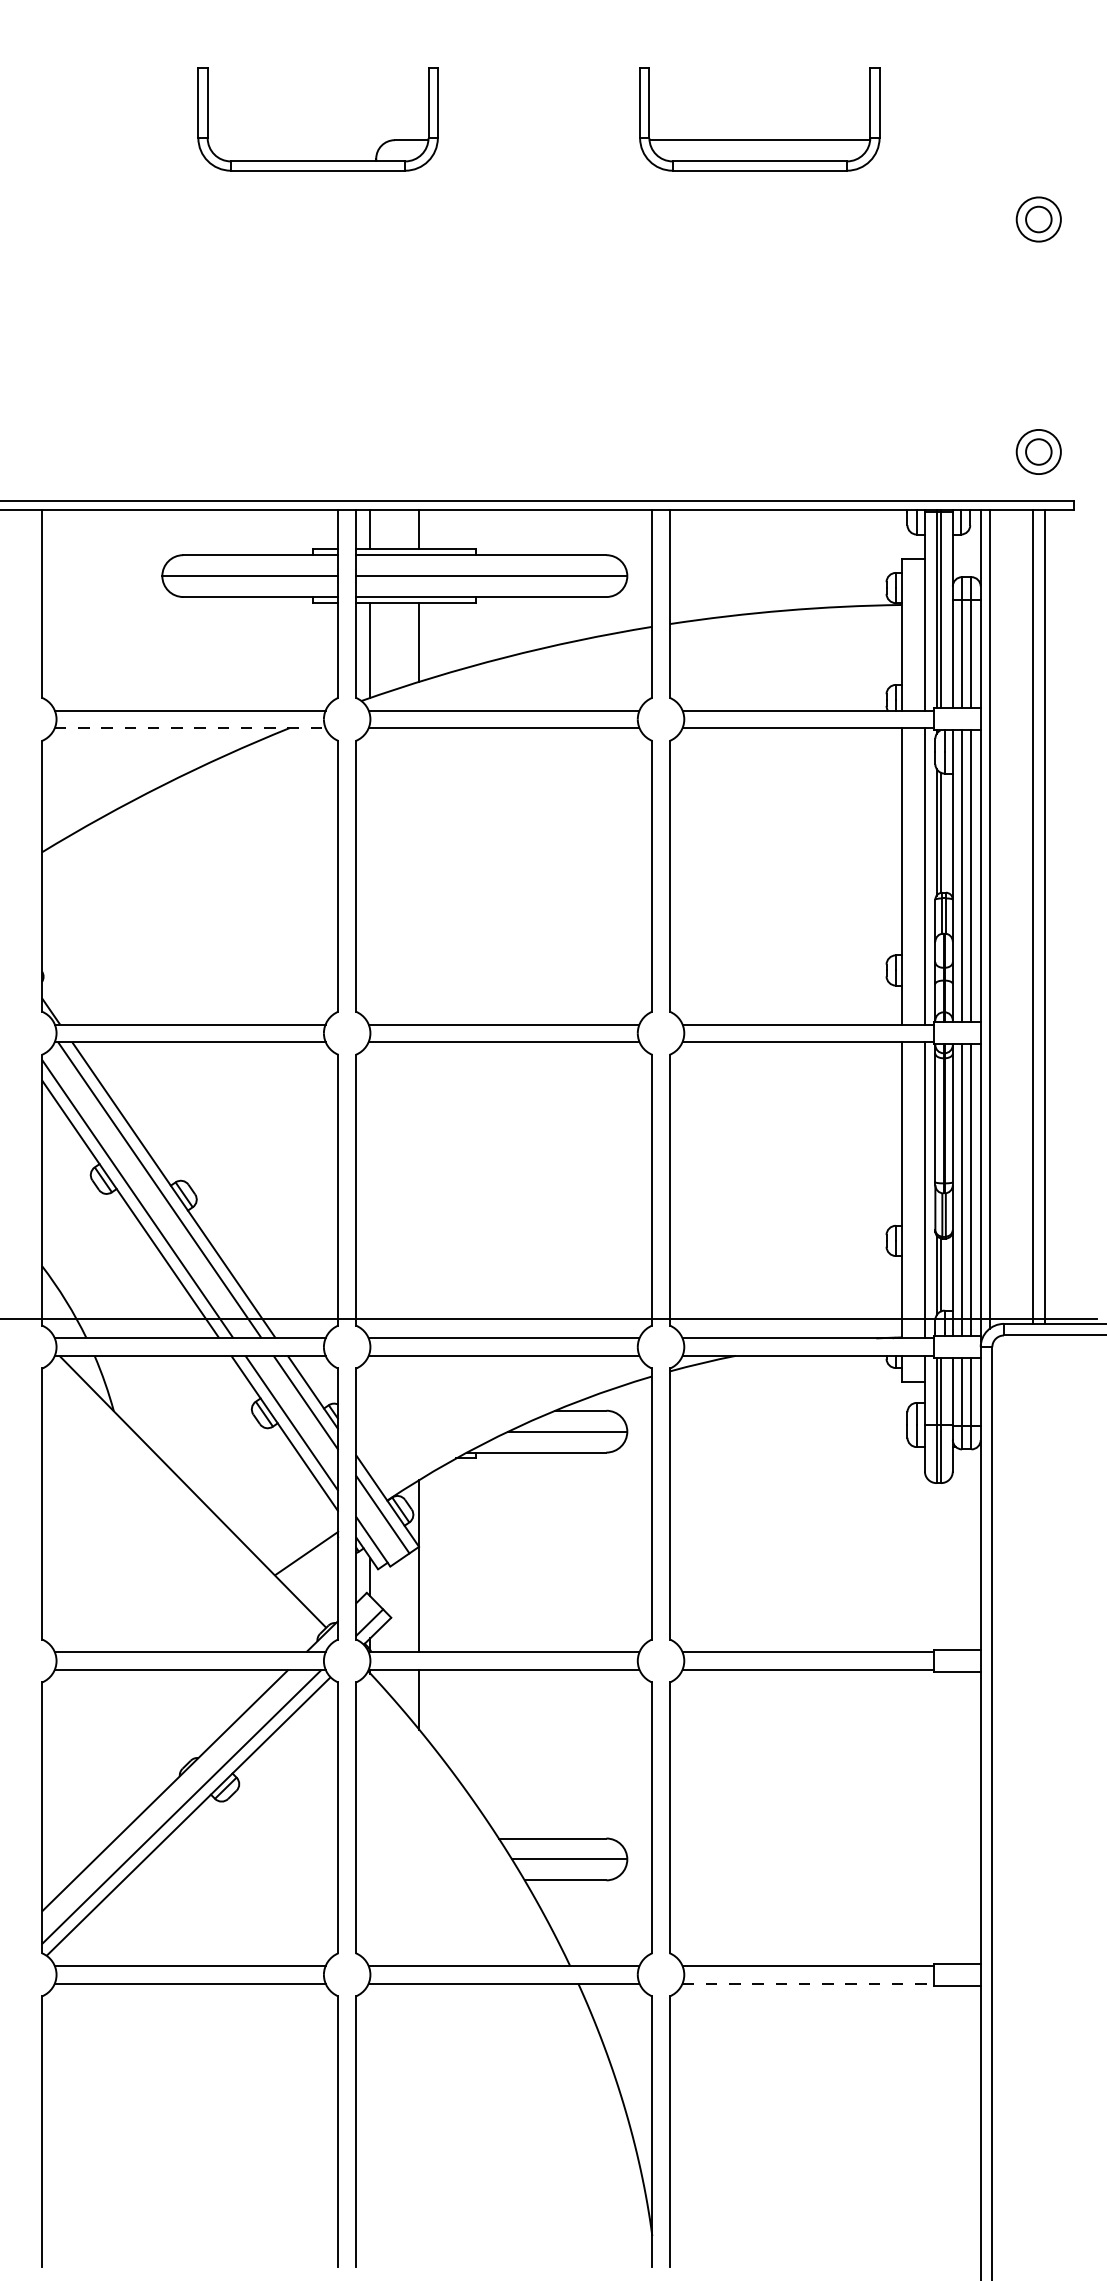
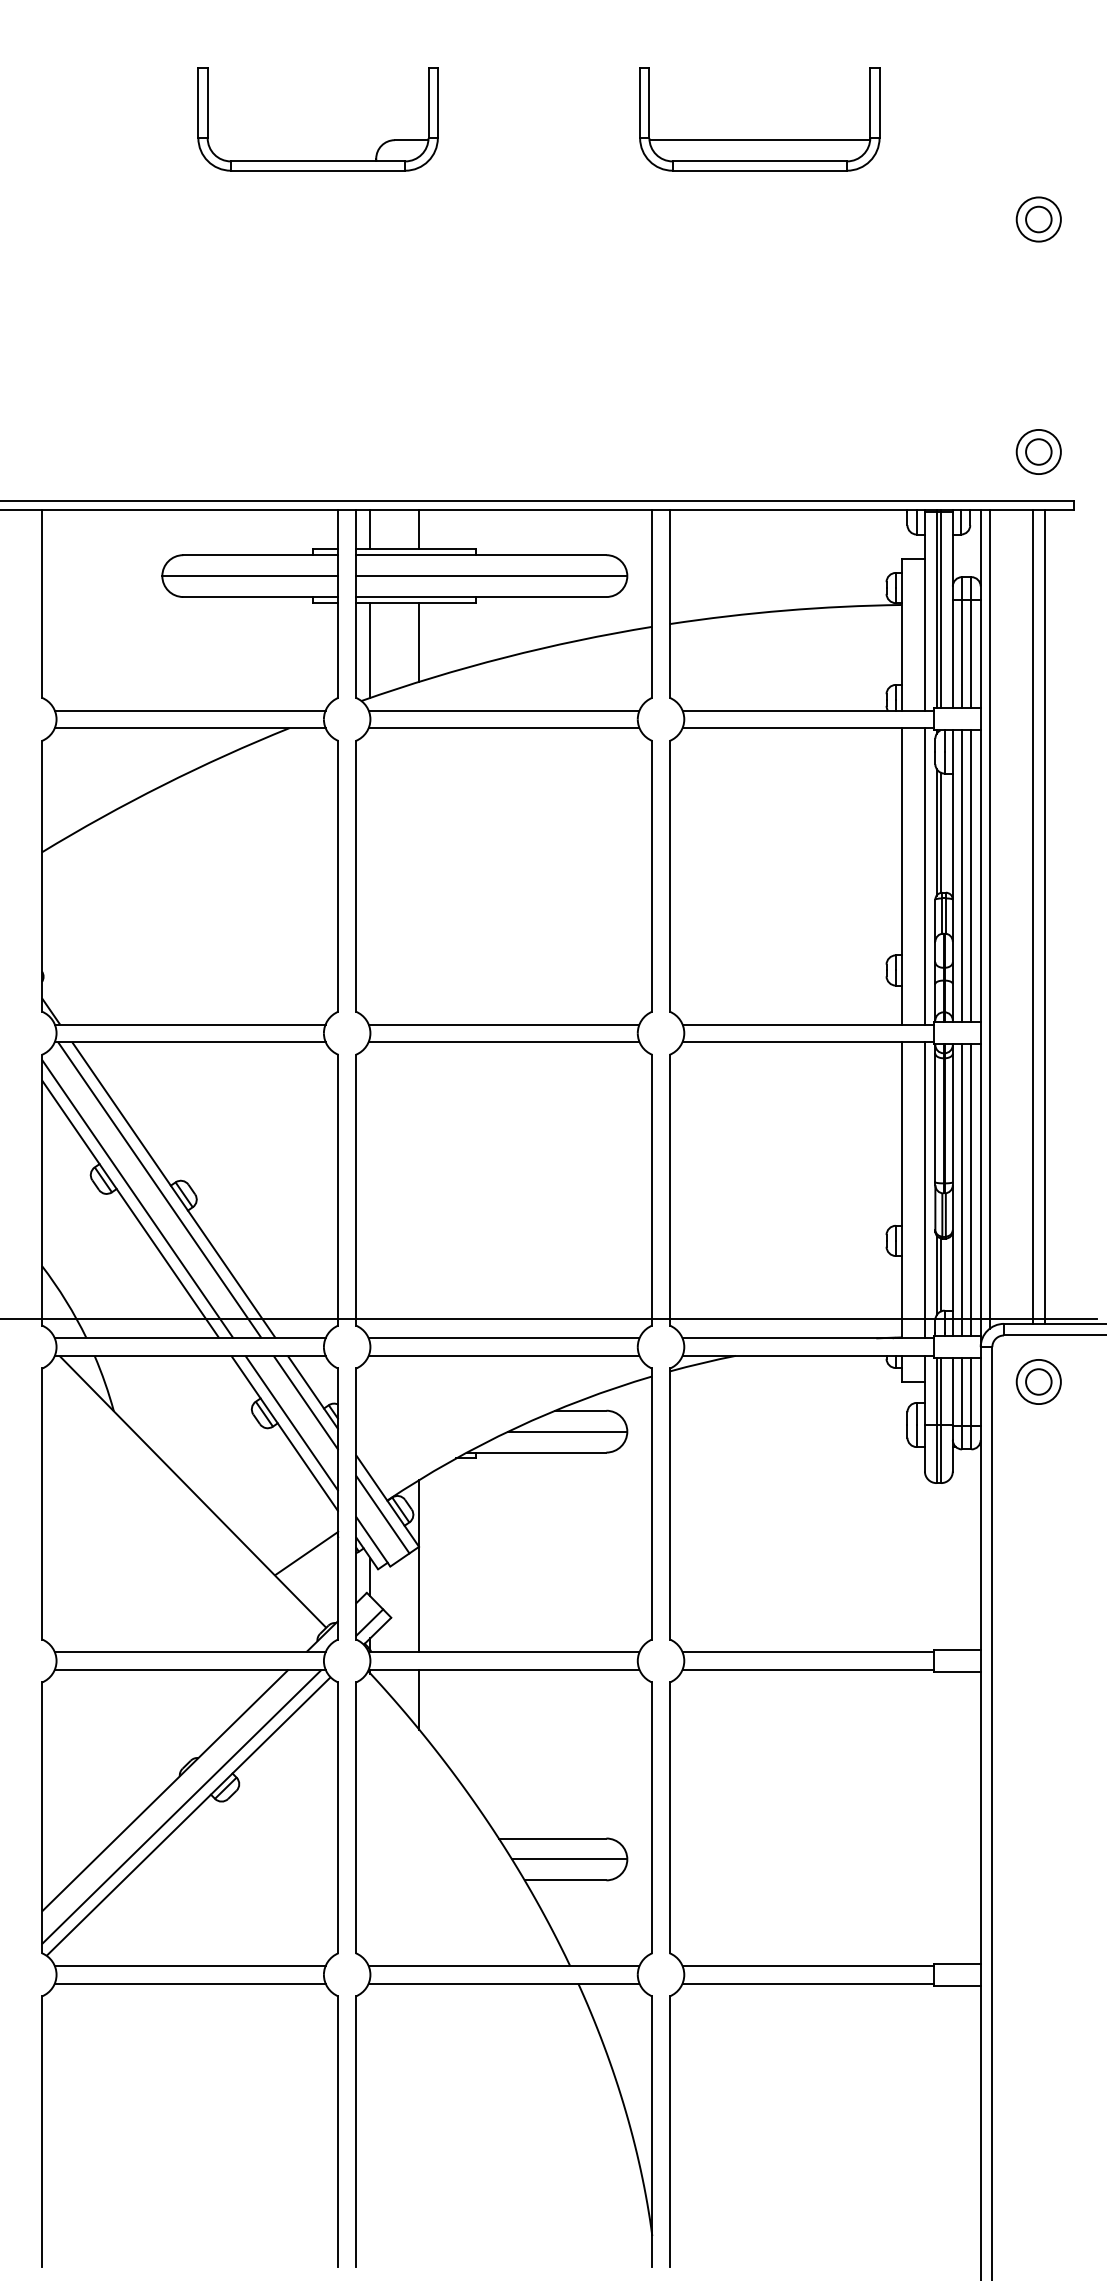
line at (190, 728): dashed -> solid
part at (1038, 1381): none -> present
line at (808, 1983): dashed -> solid
